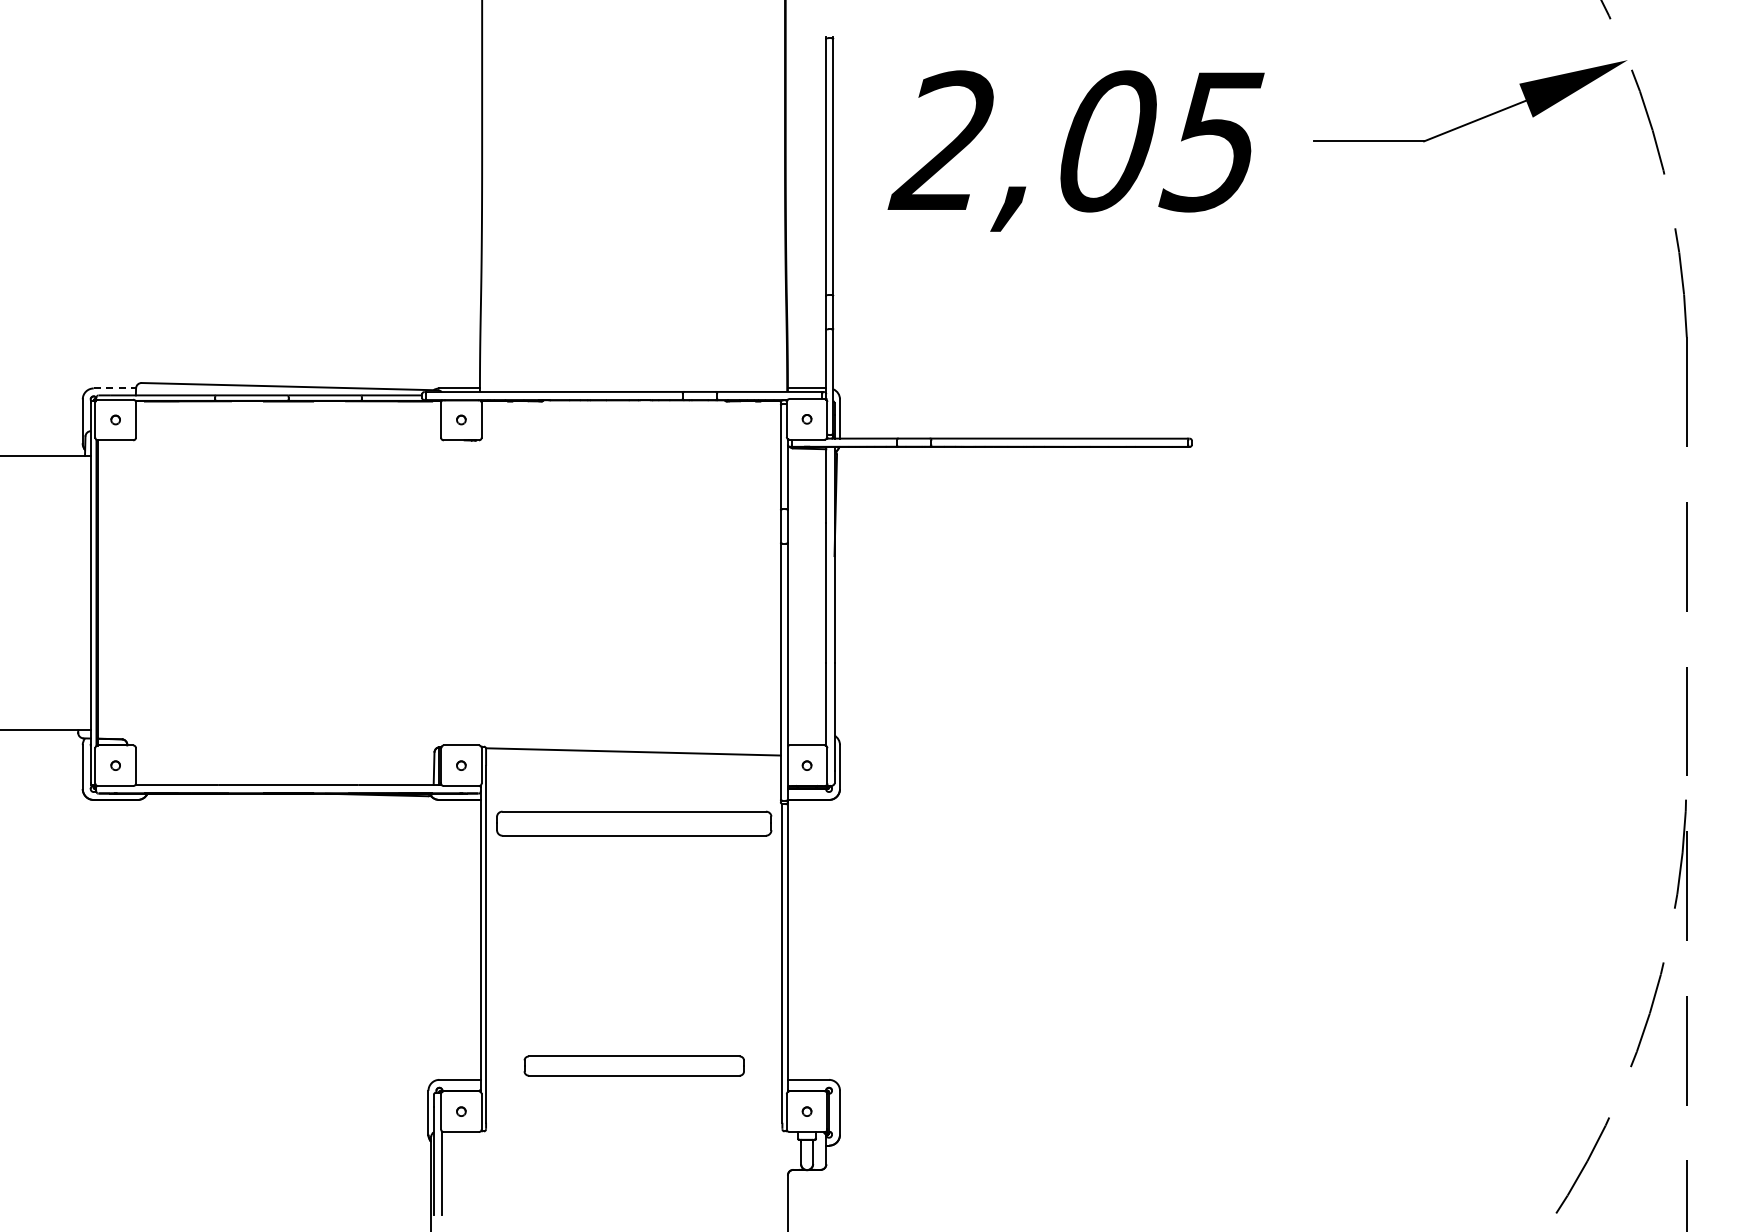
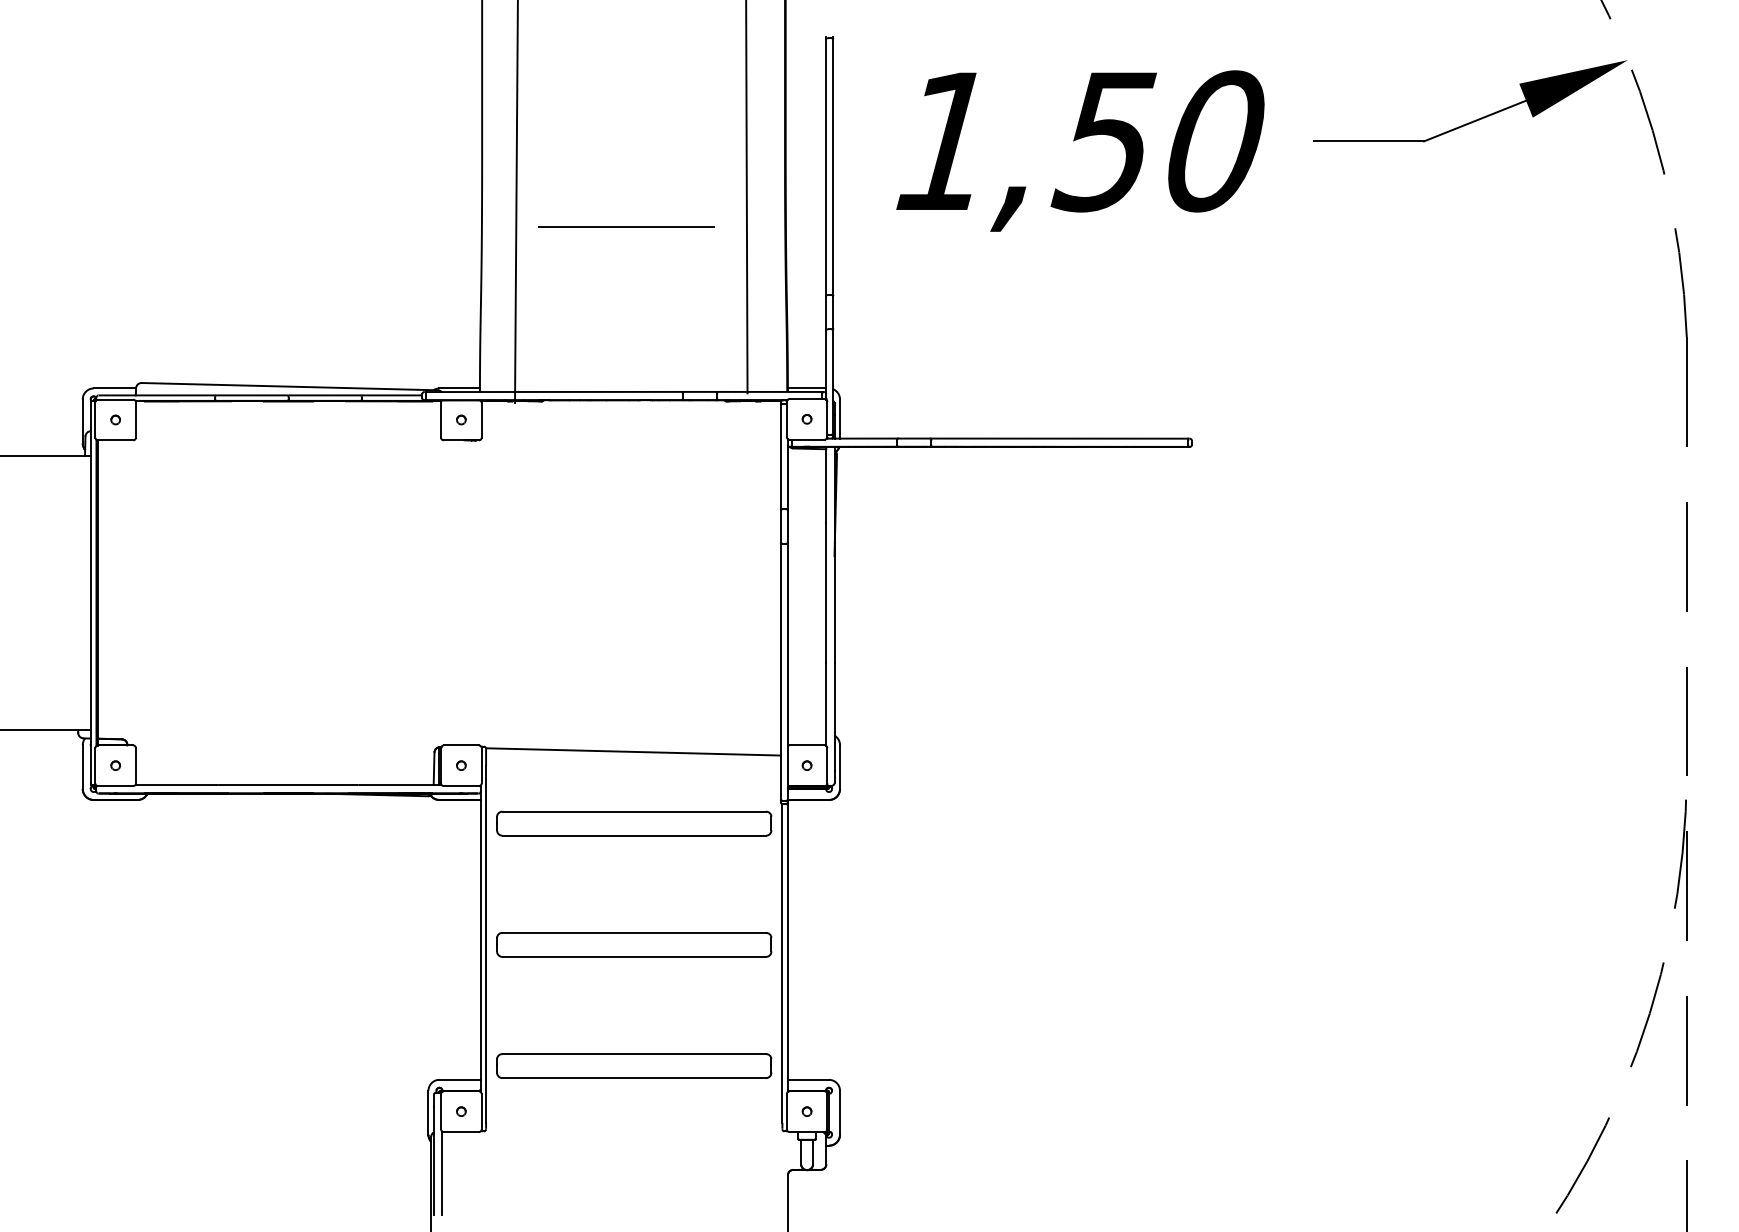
text at (1075, 141): 2,05 -> 1,50
line at (746, 197): none -> present
line at (516, 202): none -> present
line at (626, 226): none -> present
line at (115, 388): dashed -> solid
part at (634, 944): none -> present
part at (633, 1065) size: 222x22 px -> 277x26 px
